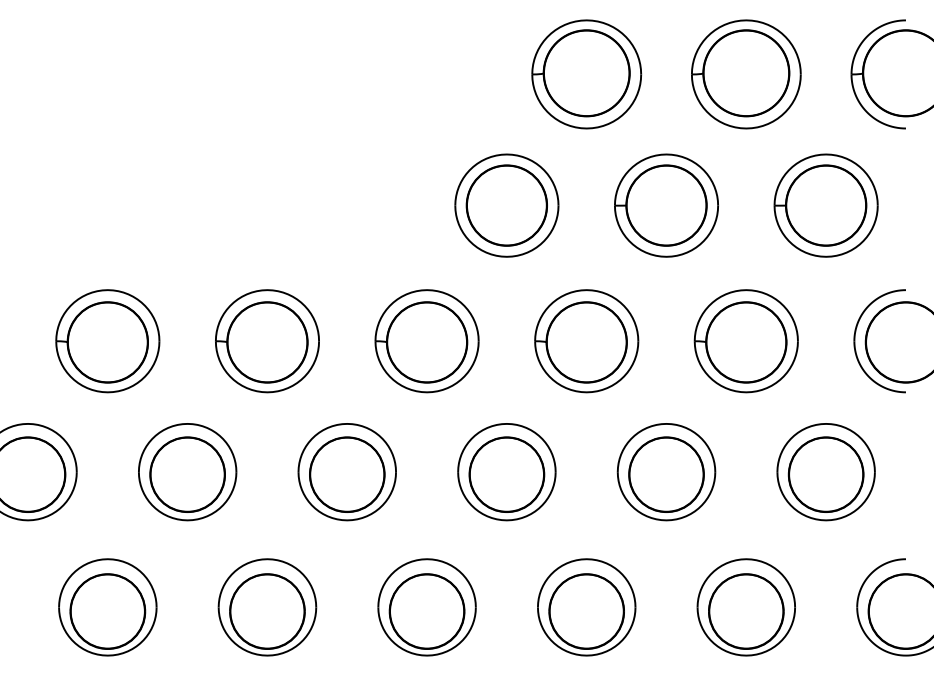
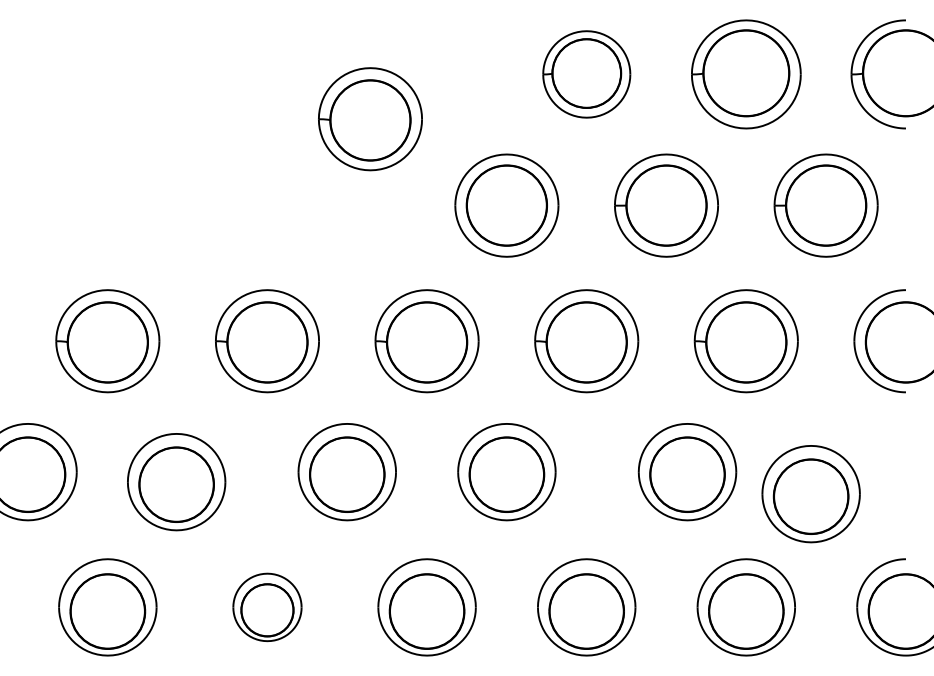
part at (586, 74) size: 112x111 px -> 90x89 px
part at (370, 119): none -> present
part at (187, 472) position: (187, 472) -> (176, 482)
part at (666, 472) position: (666, 472) -> (687, 472)
part at (825, 472) position: (825, 472) -> (810, 494)
part at (267, 607) size: 101x99 px -> 71x71 px
